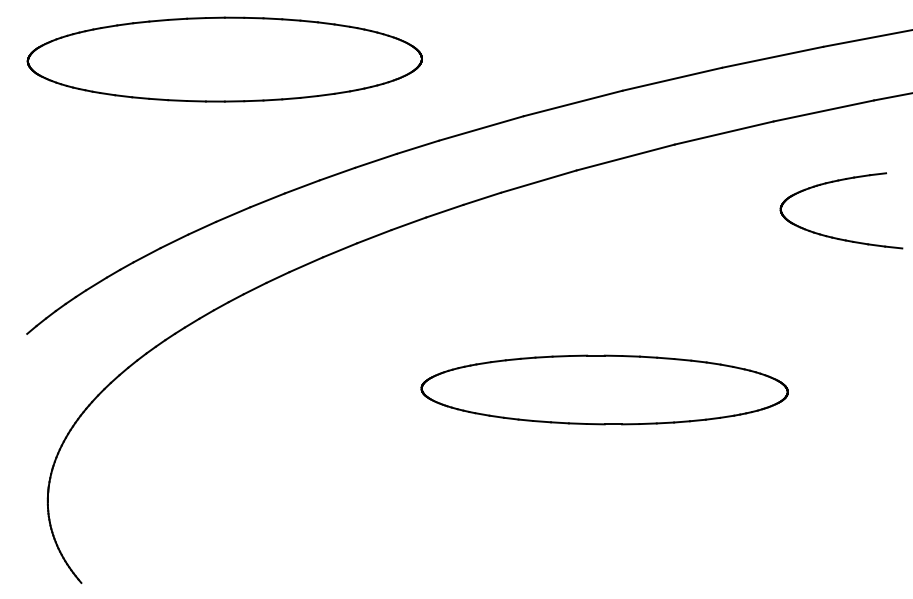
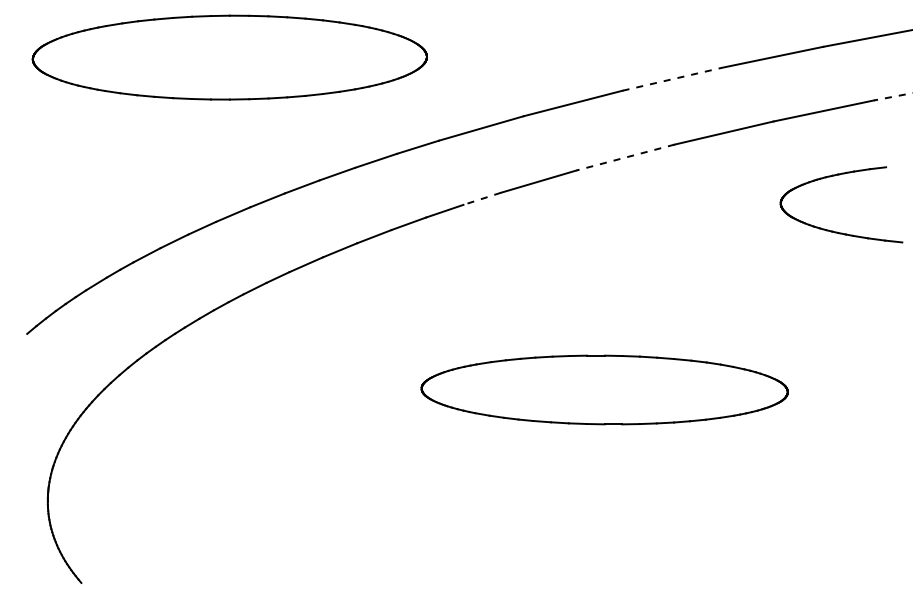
part at (224, 59) position: (224, 59) -> (229, 57)
line at (672, 79): solid -> dashed
line at (892, 96): solid -> dashed
line at (625, 157): solid -> dashed
line at (482, 198): solid -> dashed
part at (833, 236) position: (833, 236) -> (833, 230)
